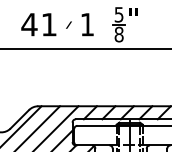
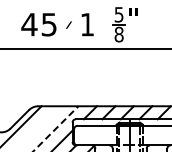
text at (48, 24): 41 -> 45
line at (38, 127): present -> none
line at (55, 128): solid -> dashed
